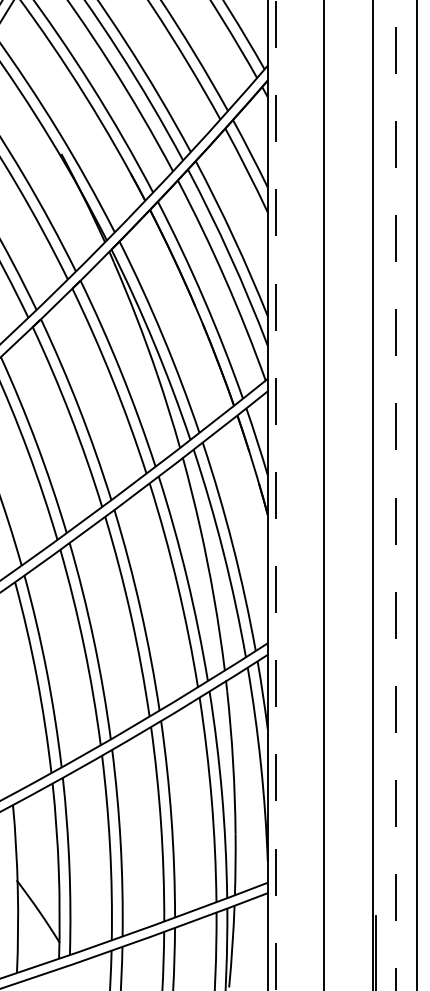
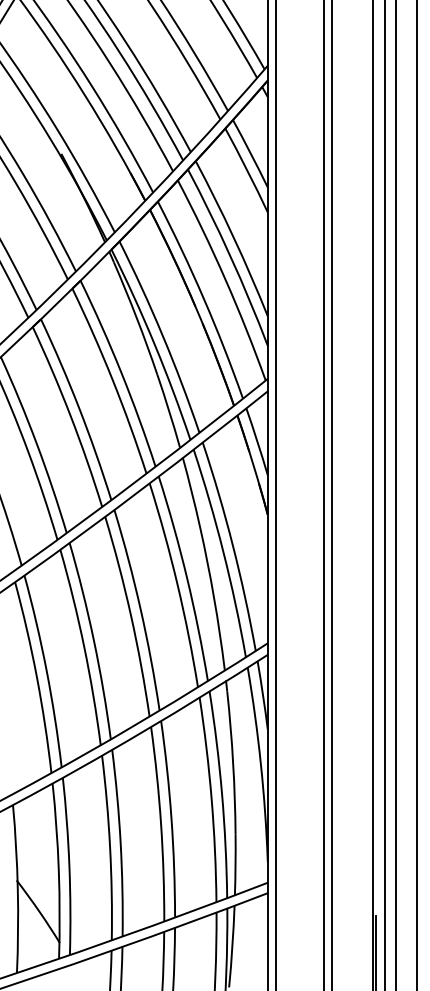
line at (331, 494): none -> present
line at (385, 494): none -> present
line at (275, 496): dashed -> solid
line at (395, 496): dashed -> solid
